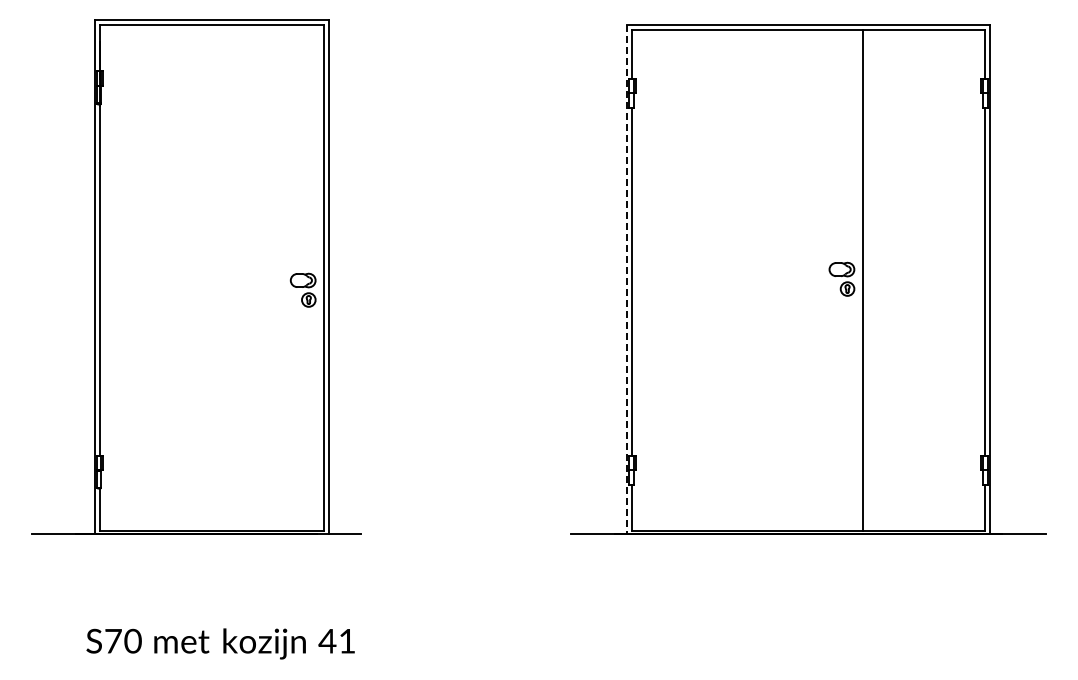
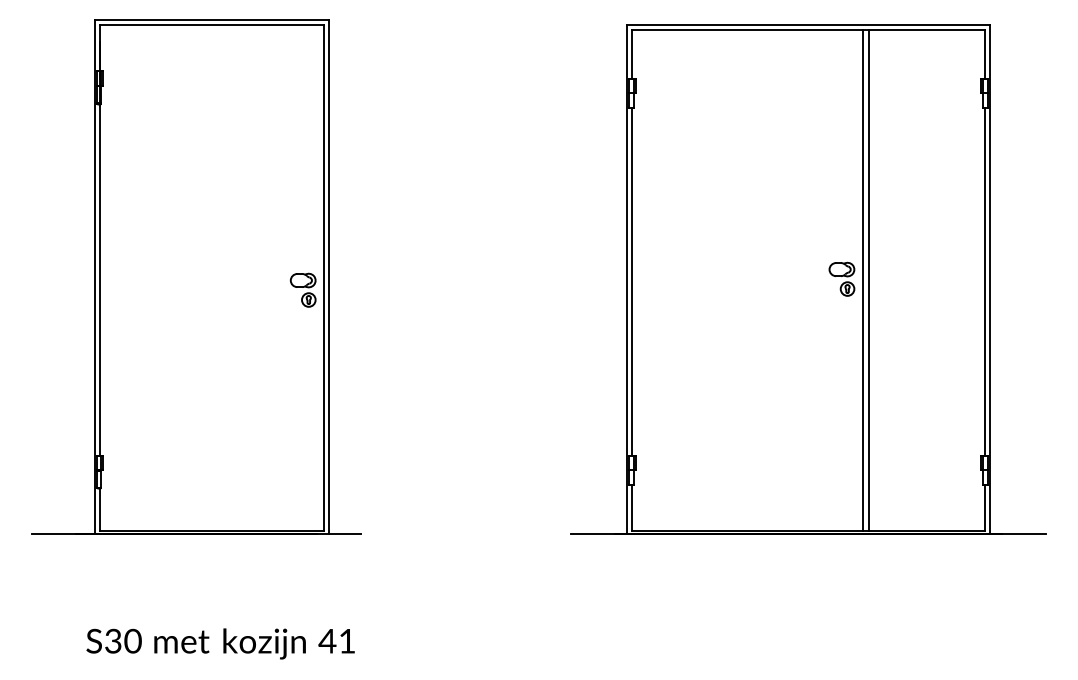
line at (627, 279): dashed -> solid
line at (868, 280): none -> present
text at (113, 640): S70 -> S30
